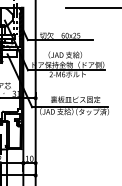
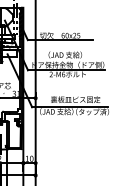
line at (91, 7): present -> none
